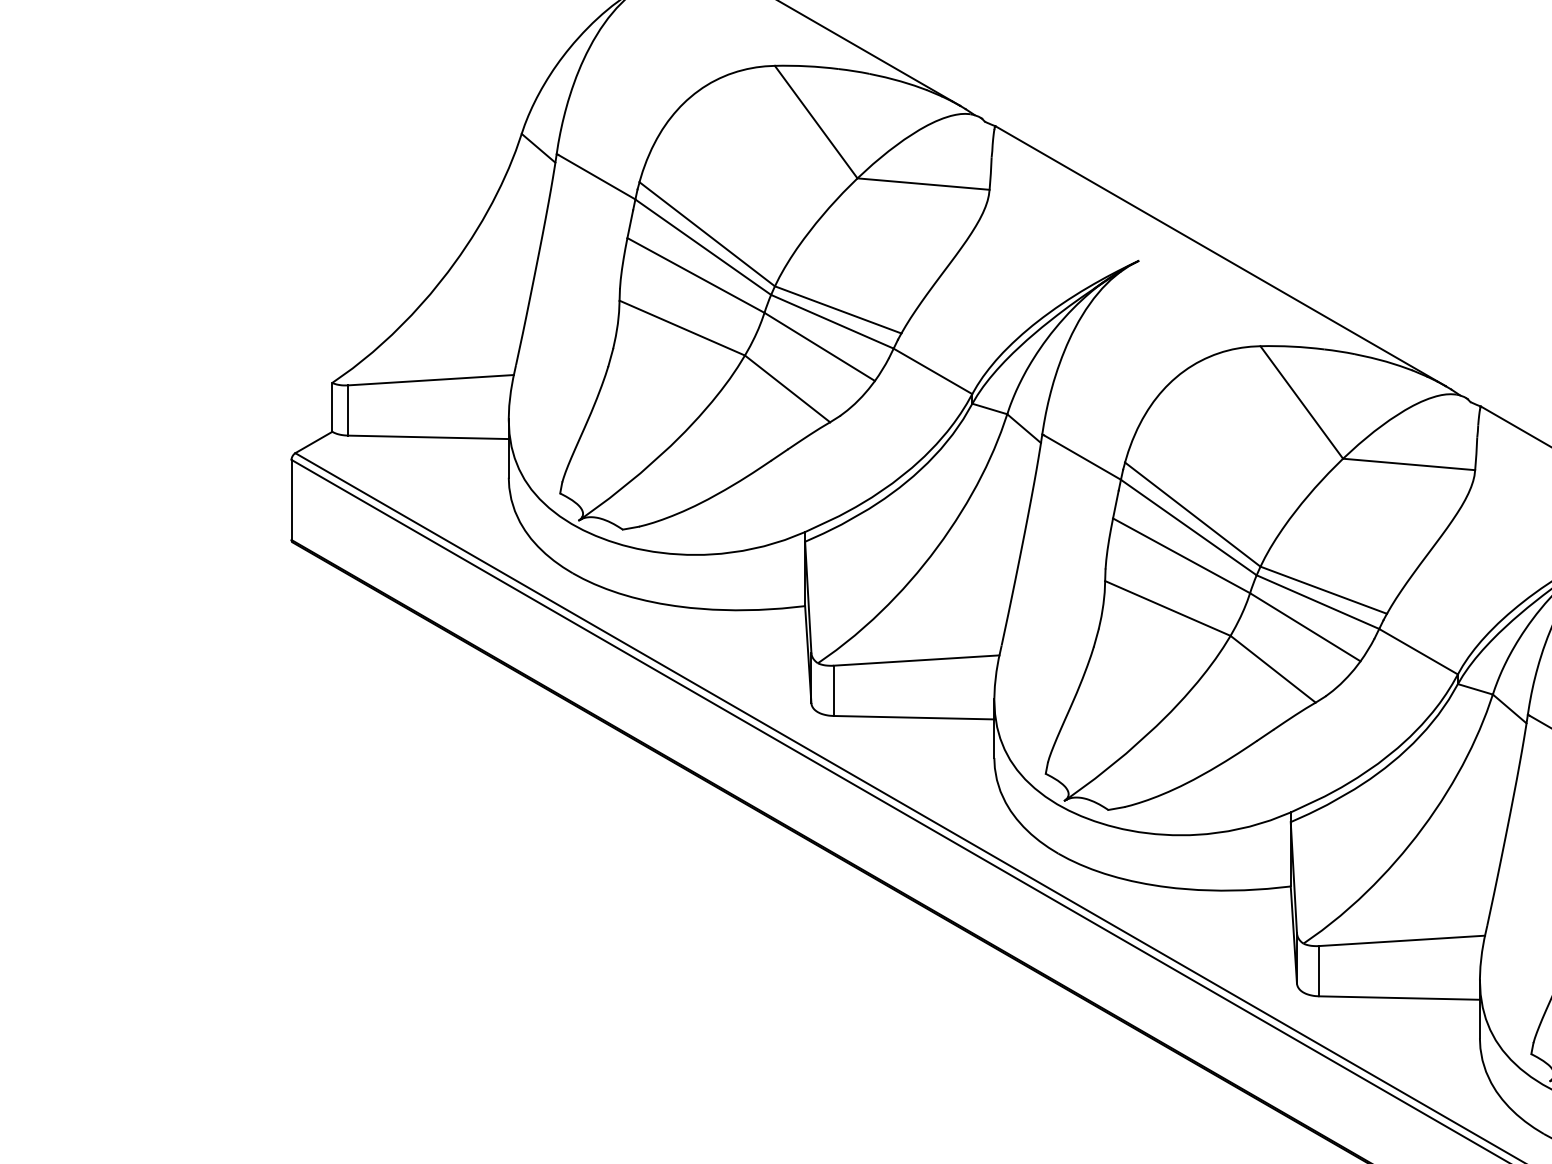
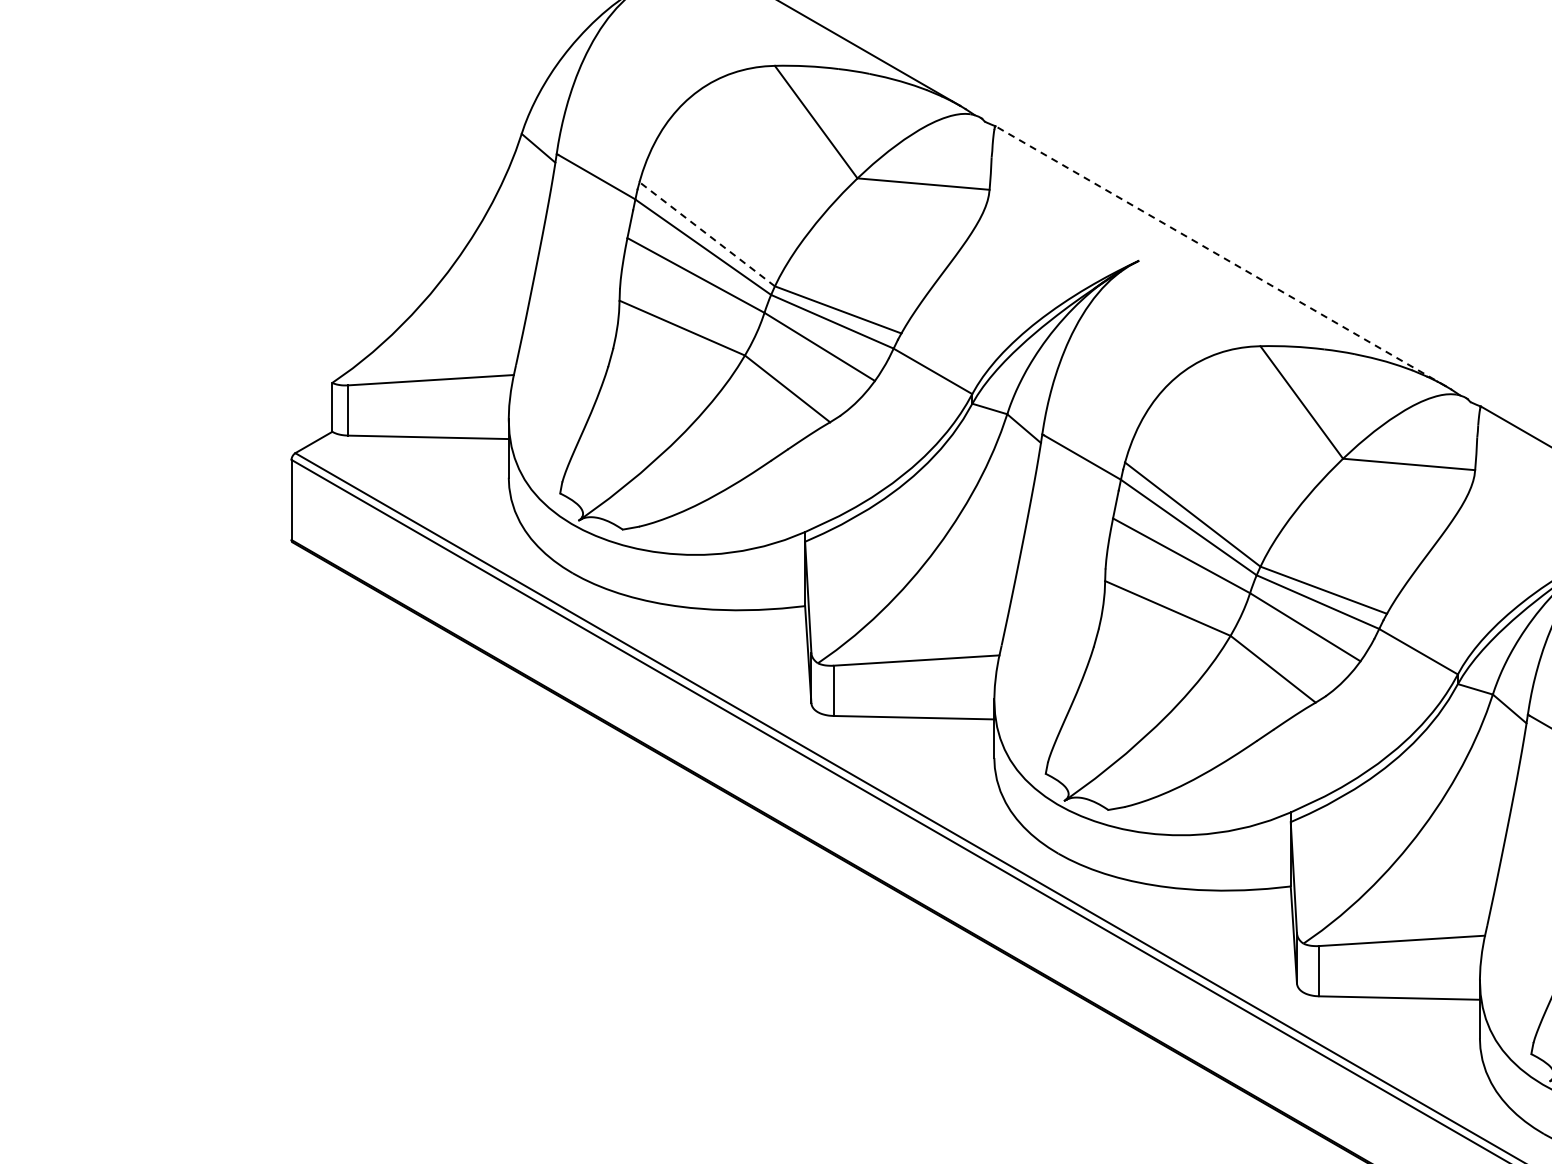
line at (706, 233): solid -> dashed
line at (1220, 256): solid -> dashed
